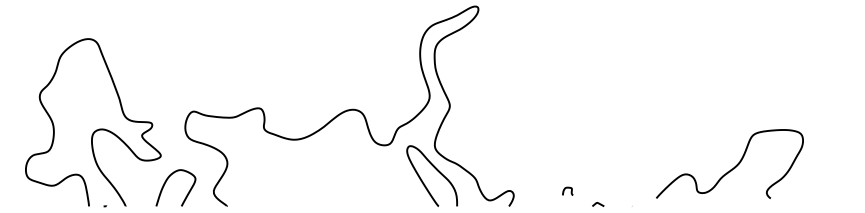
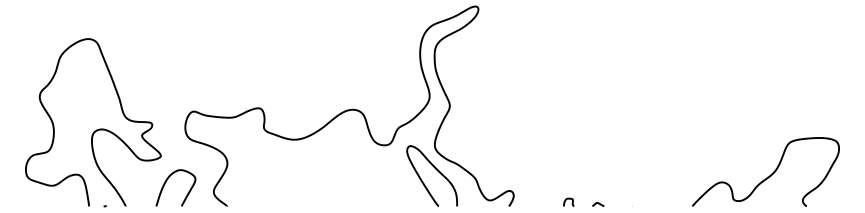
curve at (733, 167) position: (733, 167) -> (769, 175)
curve at (567, 188) position: (567, 188) -> (568, 199)
